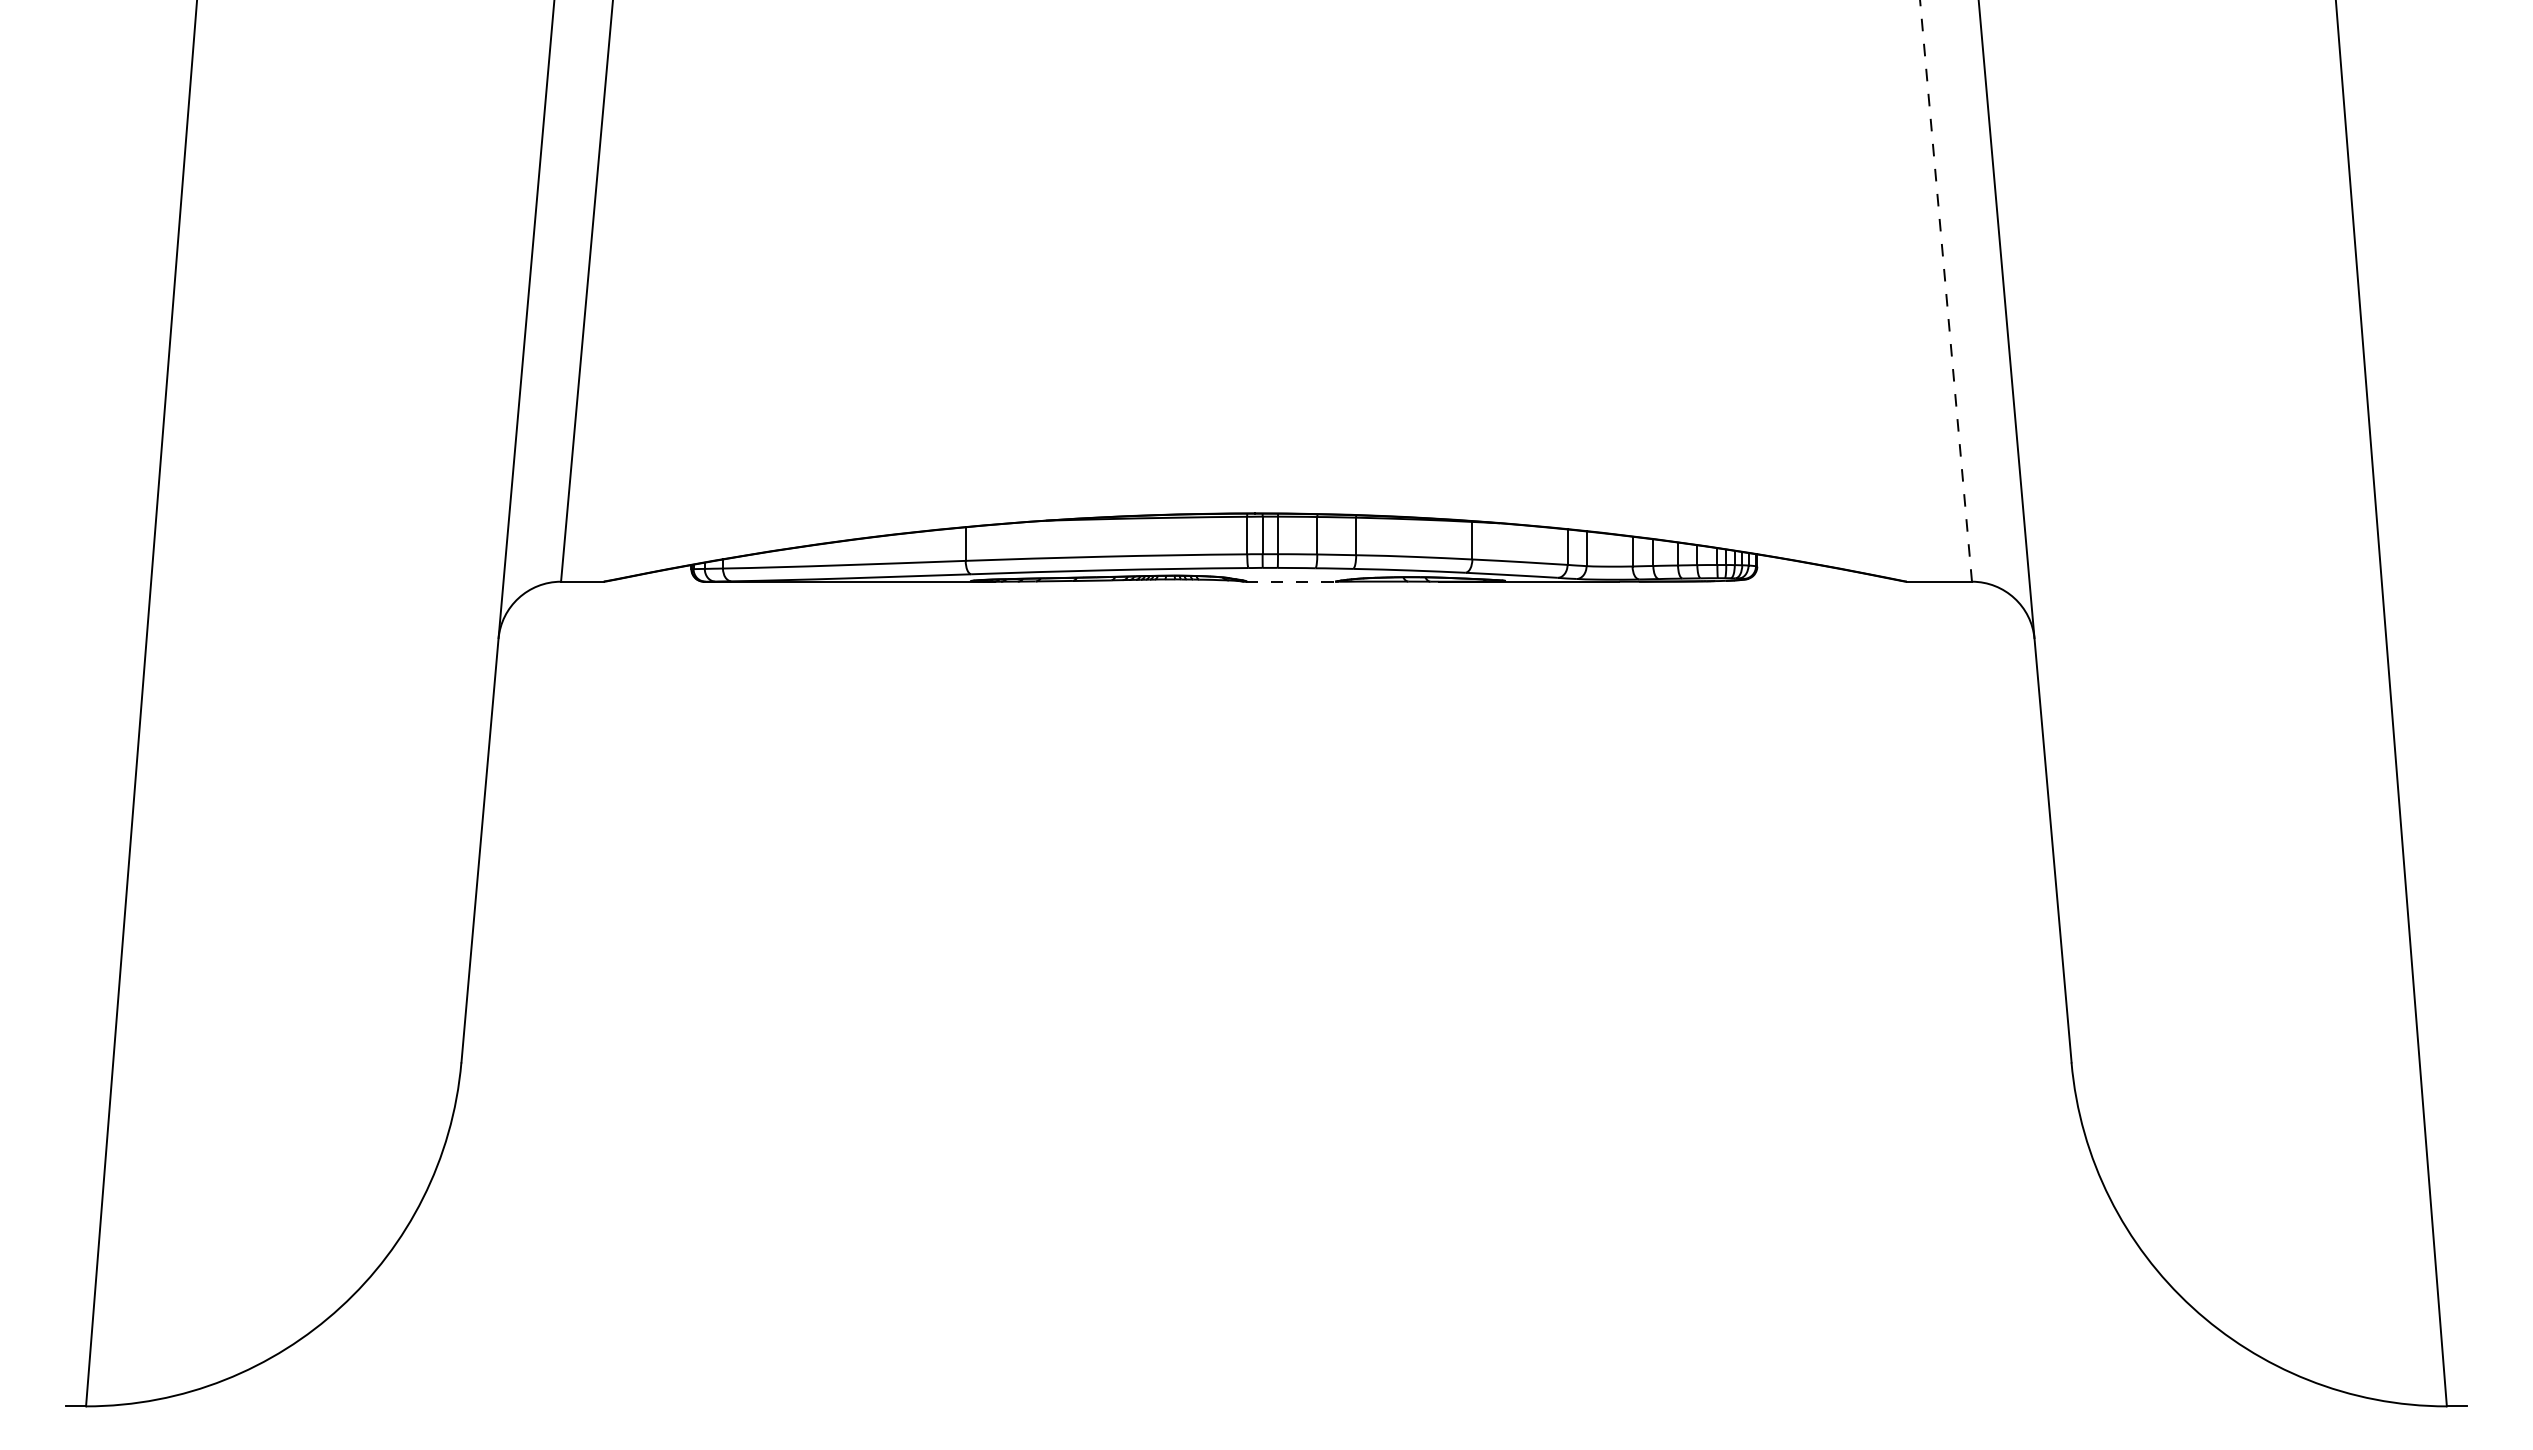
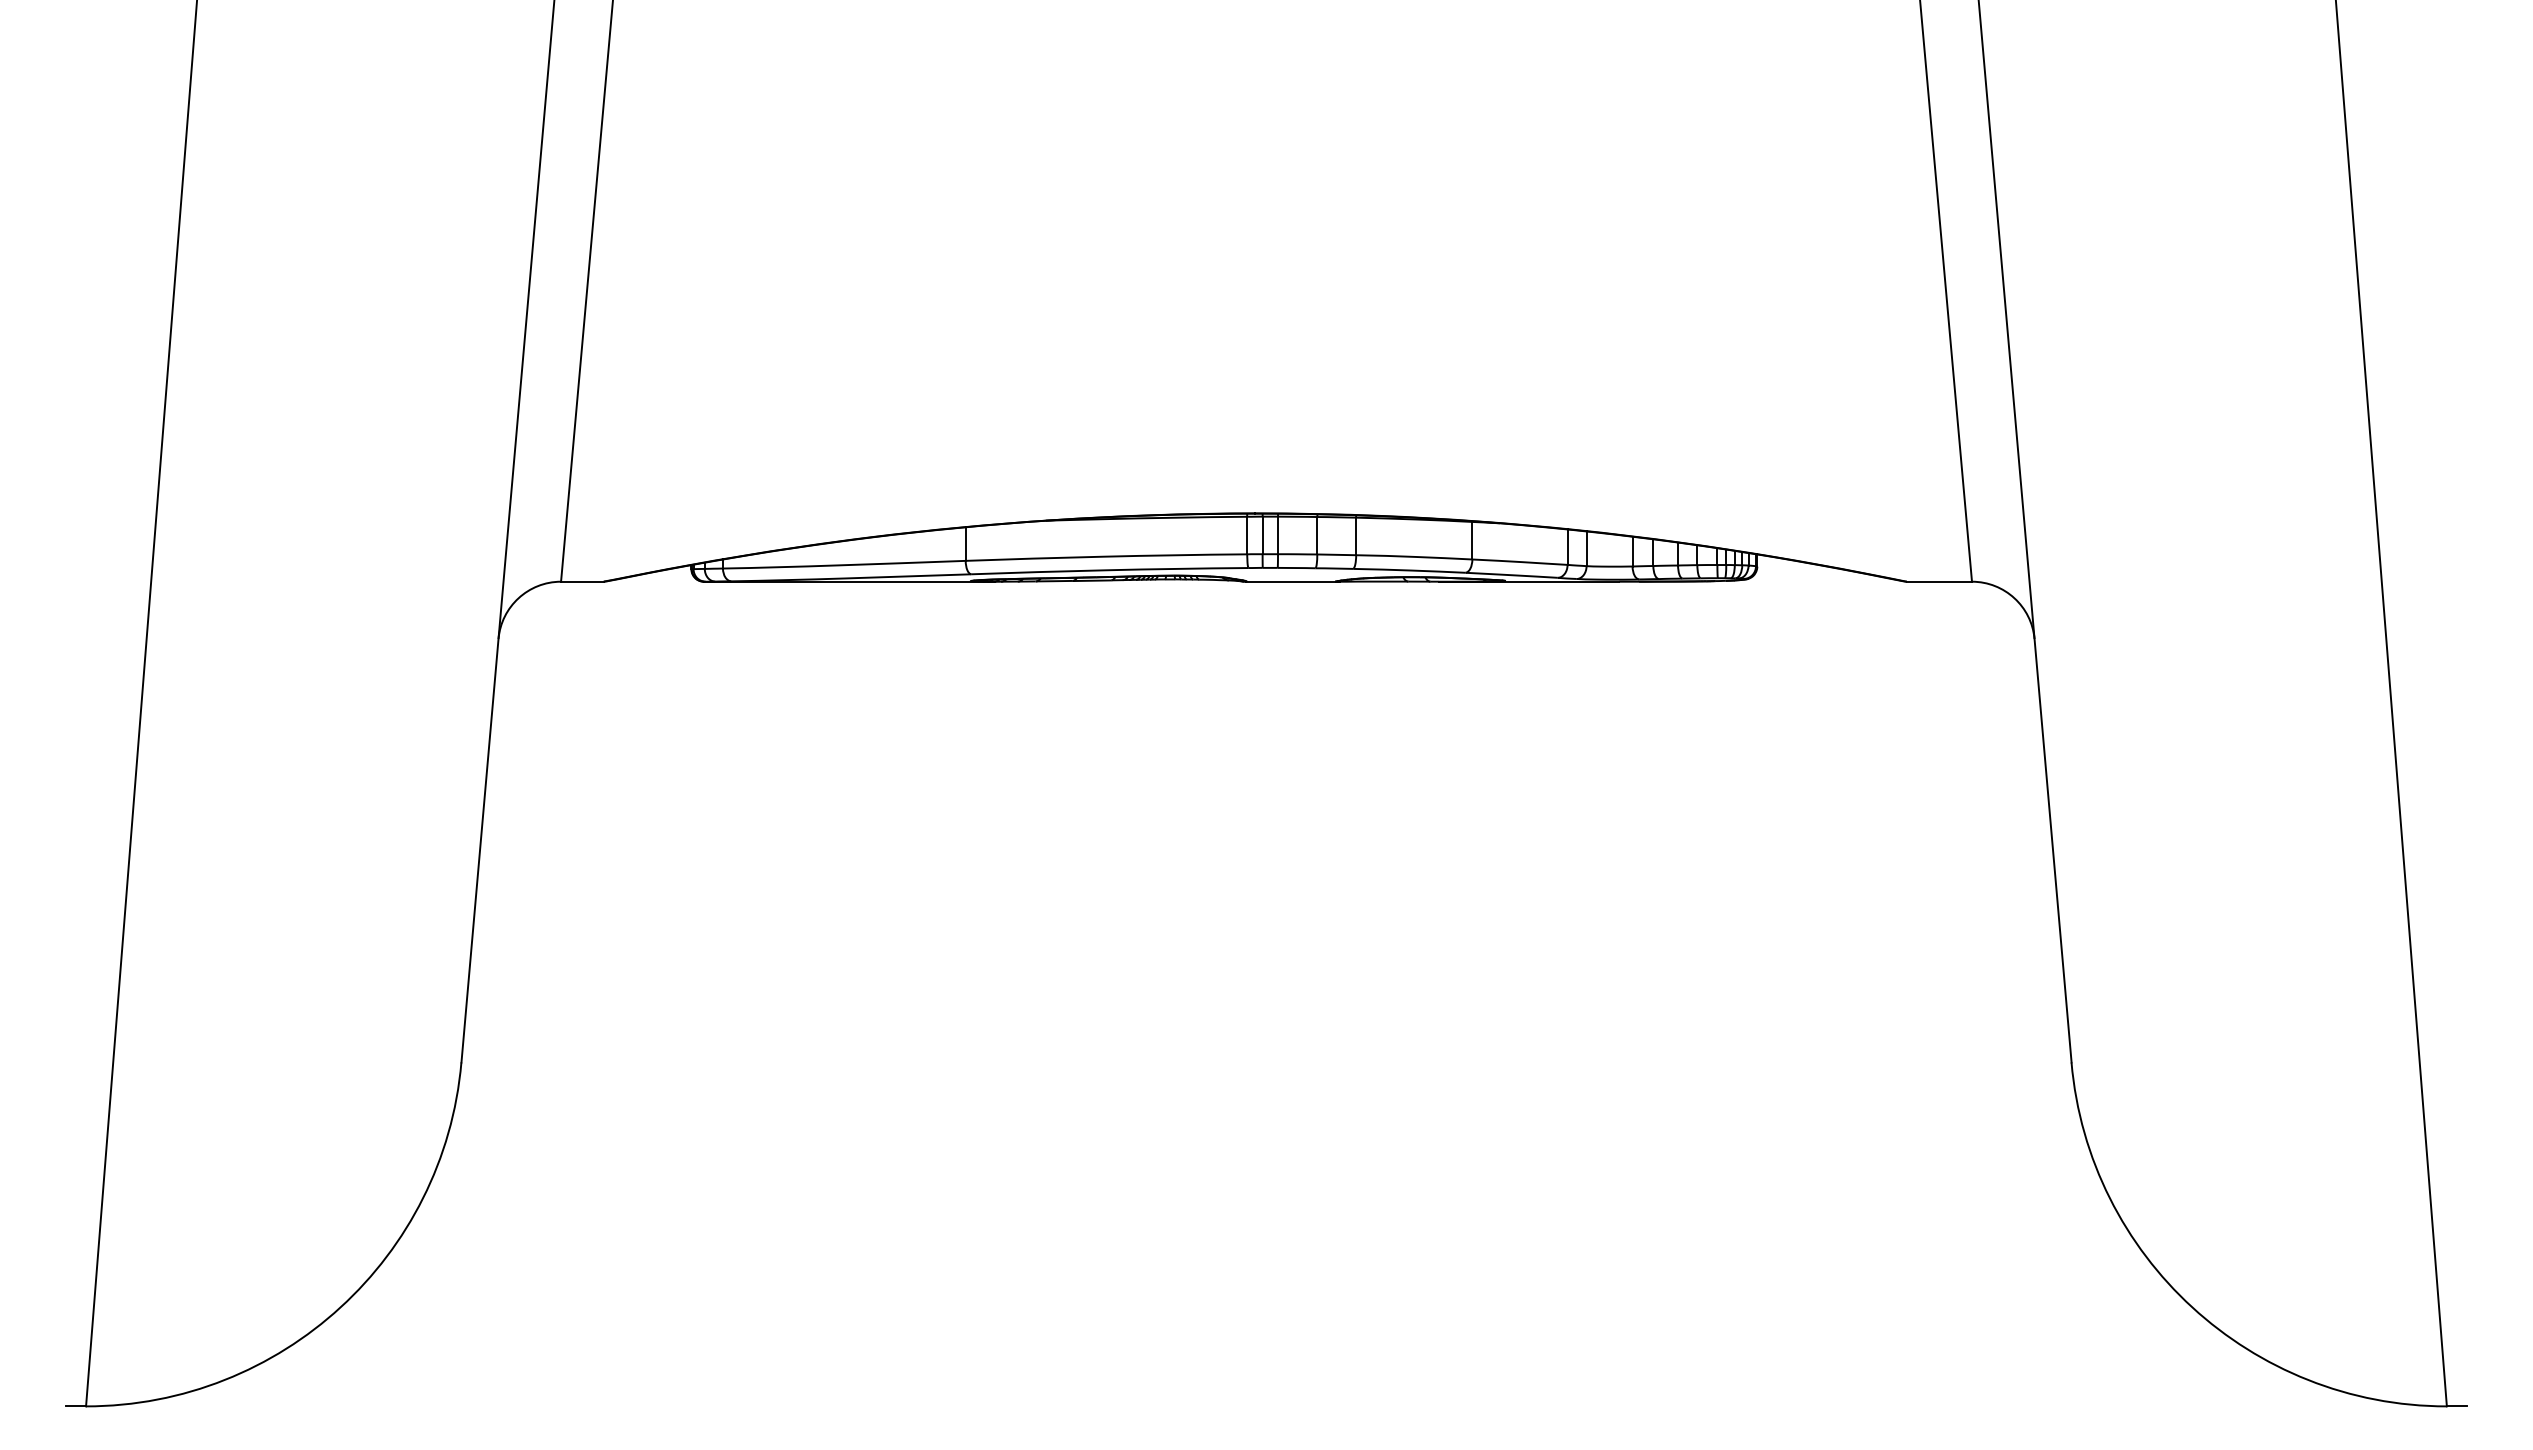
line at (1946, 291): dashed -> solid
line at (1292, 581): dashed -> solid
